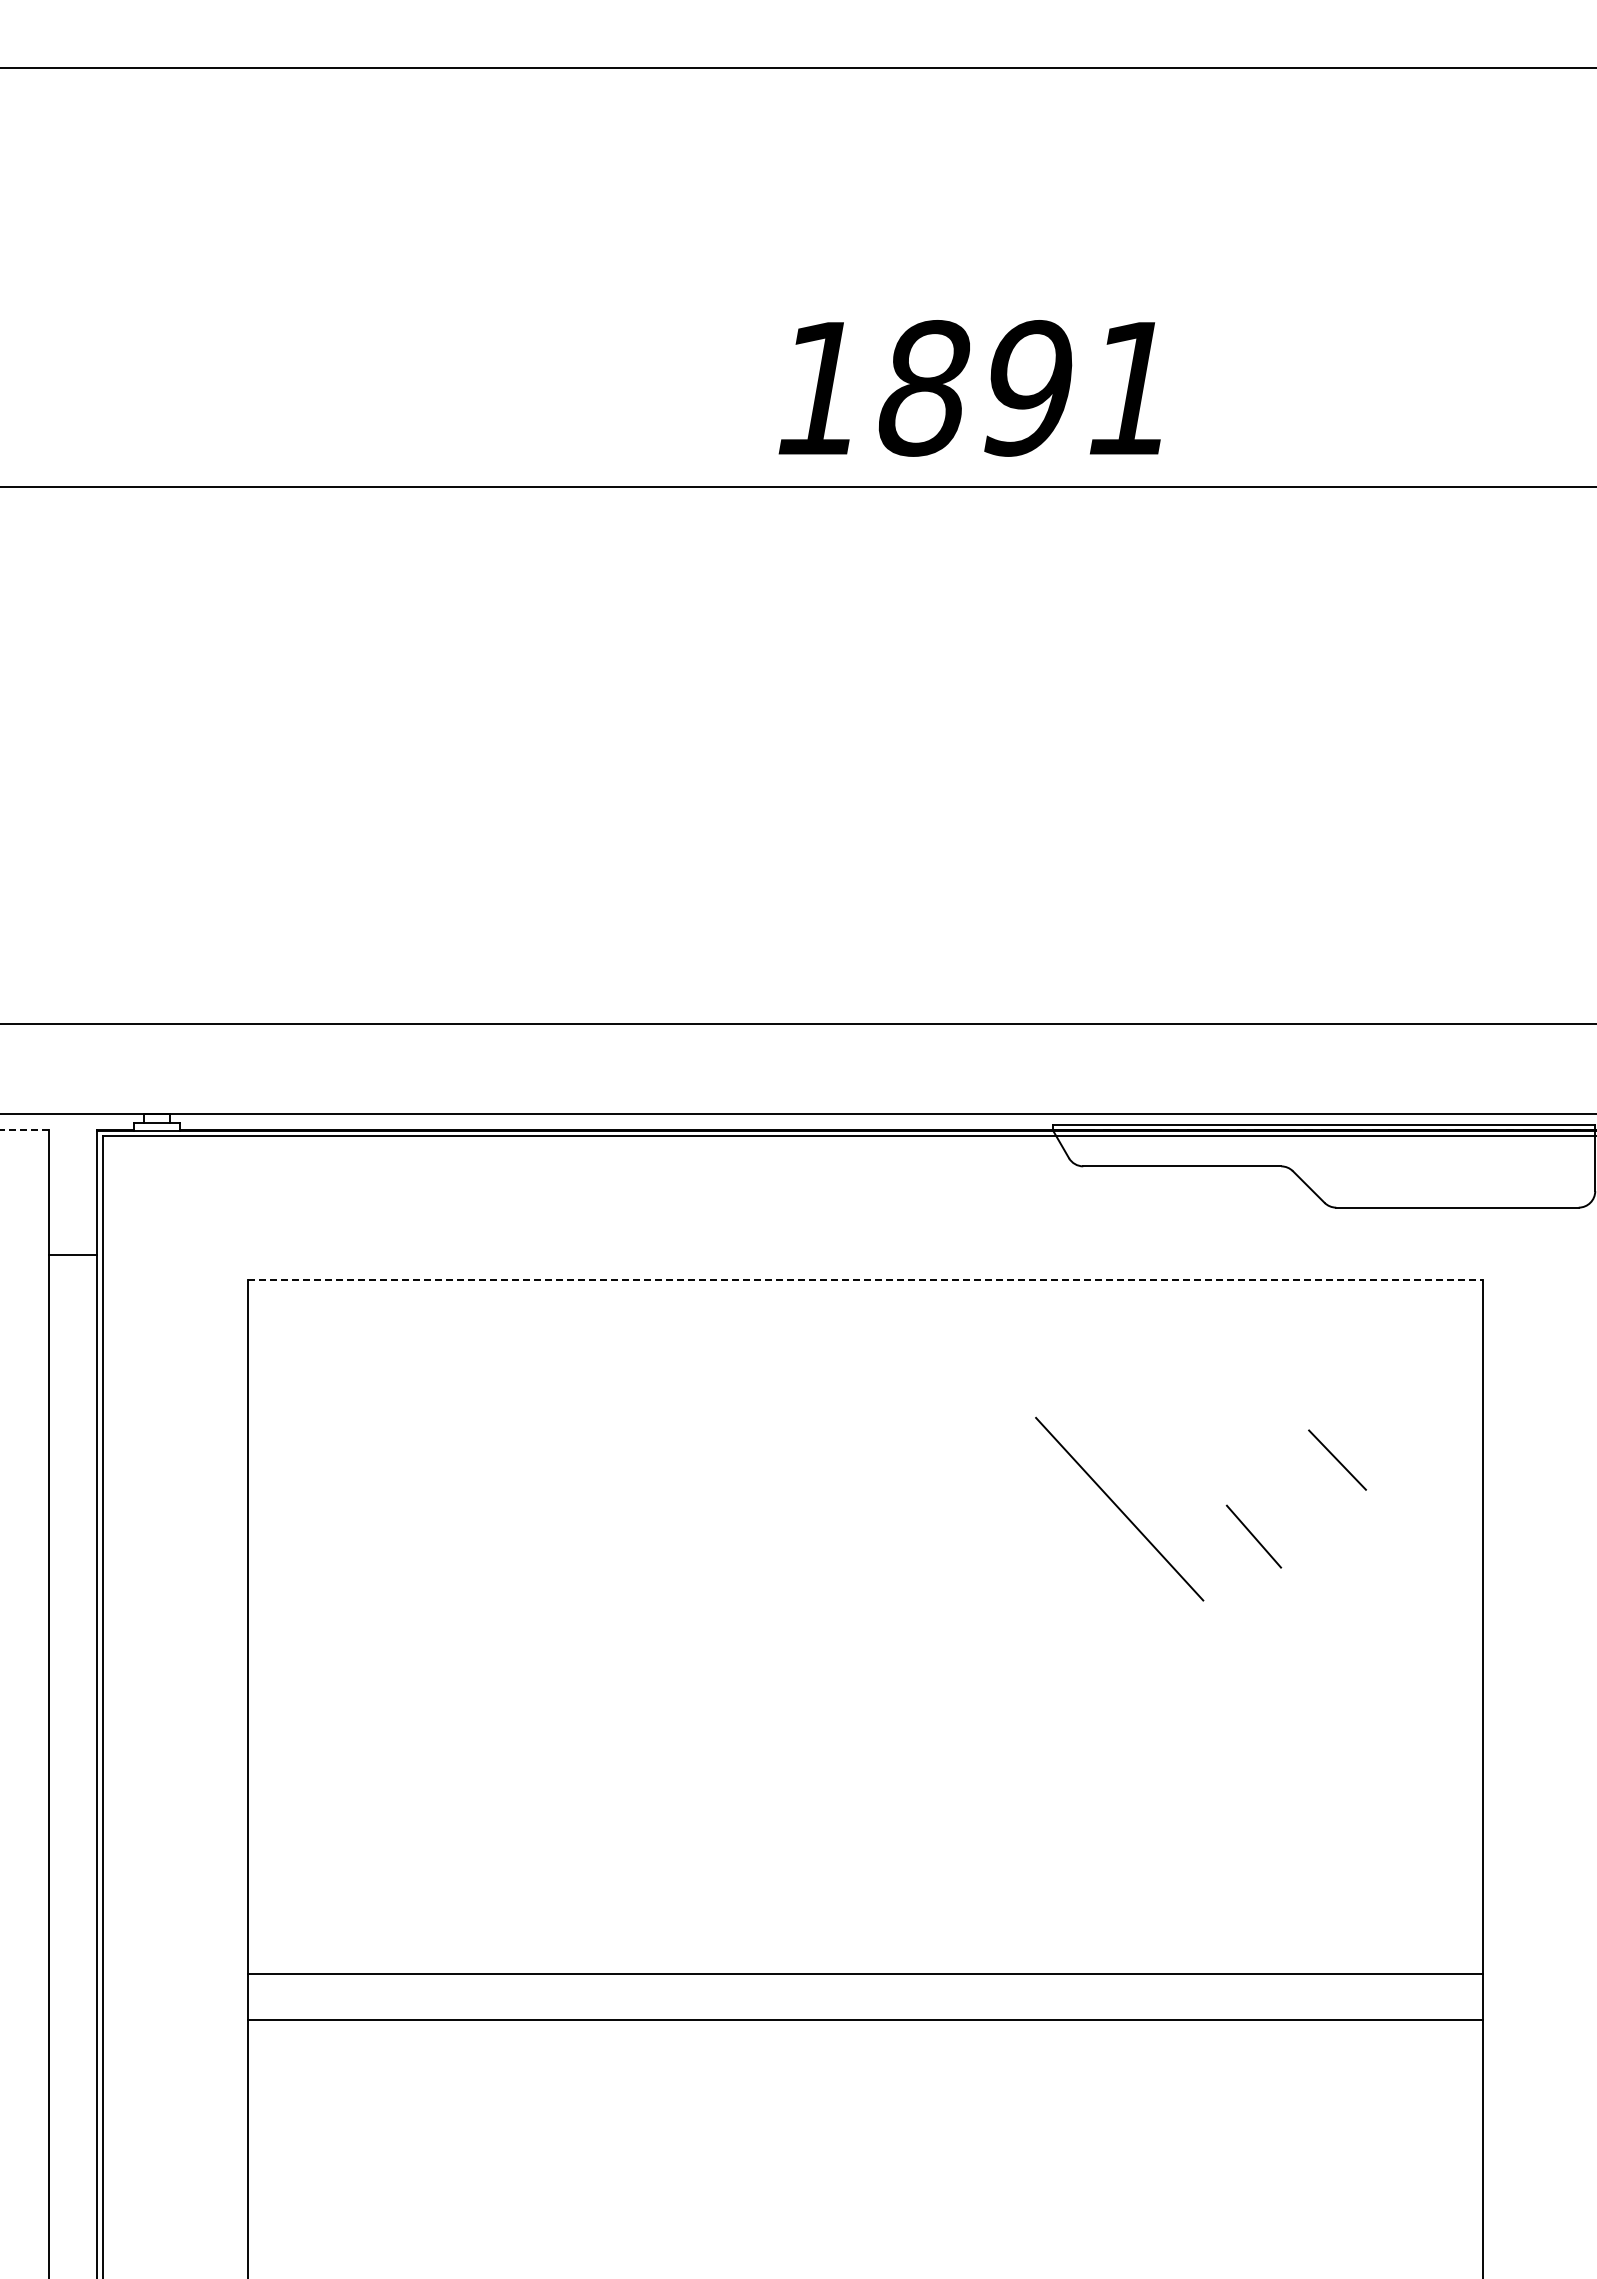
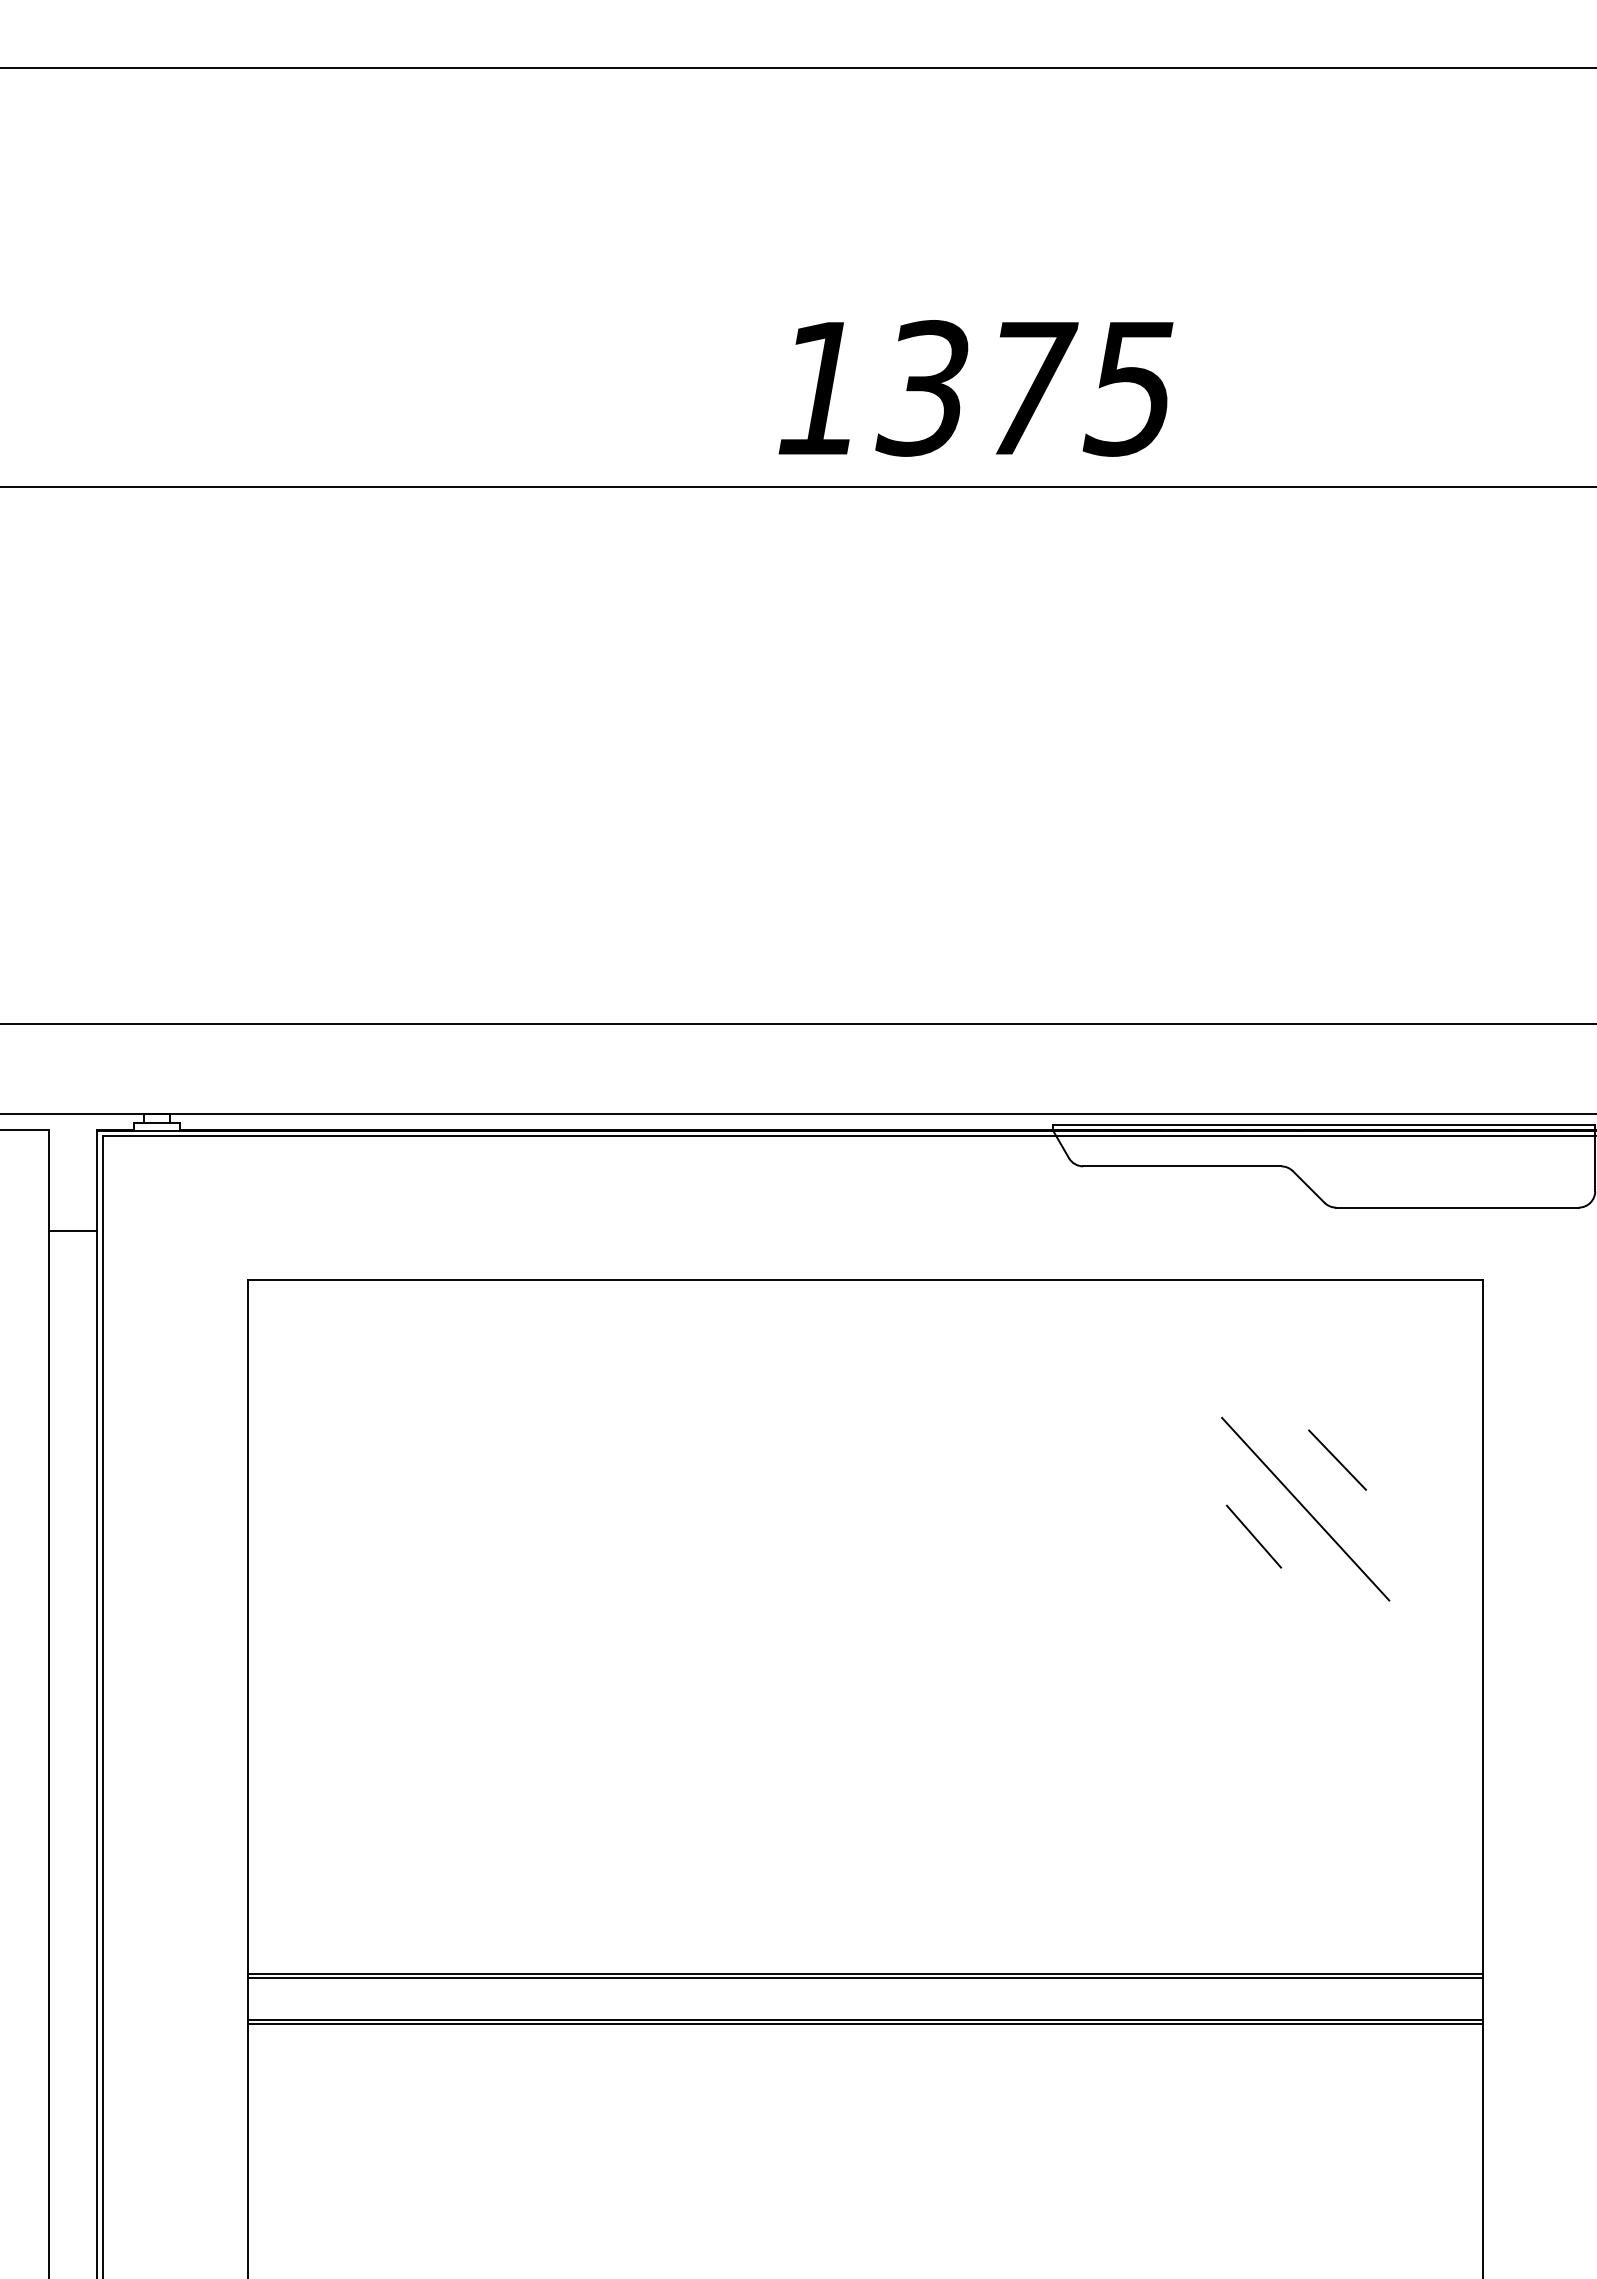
text at (1024, 388): 1891 -> 1375
line at (24, 1130): dashed -> solid
line at (73, 1255) position: (73, 1255) -> (73, 1231)
line at (865, 1280): dashed -> solid
line at (1119, 1508) position: (1119, 1508) -> (1305, 1508)
line at (864, 1978): none -> present
line at (864, 2023): none -> present
